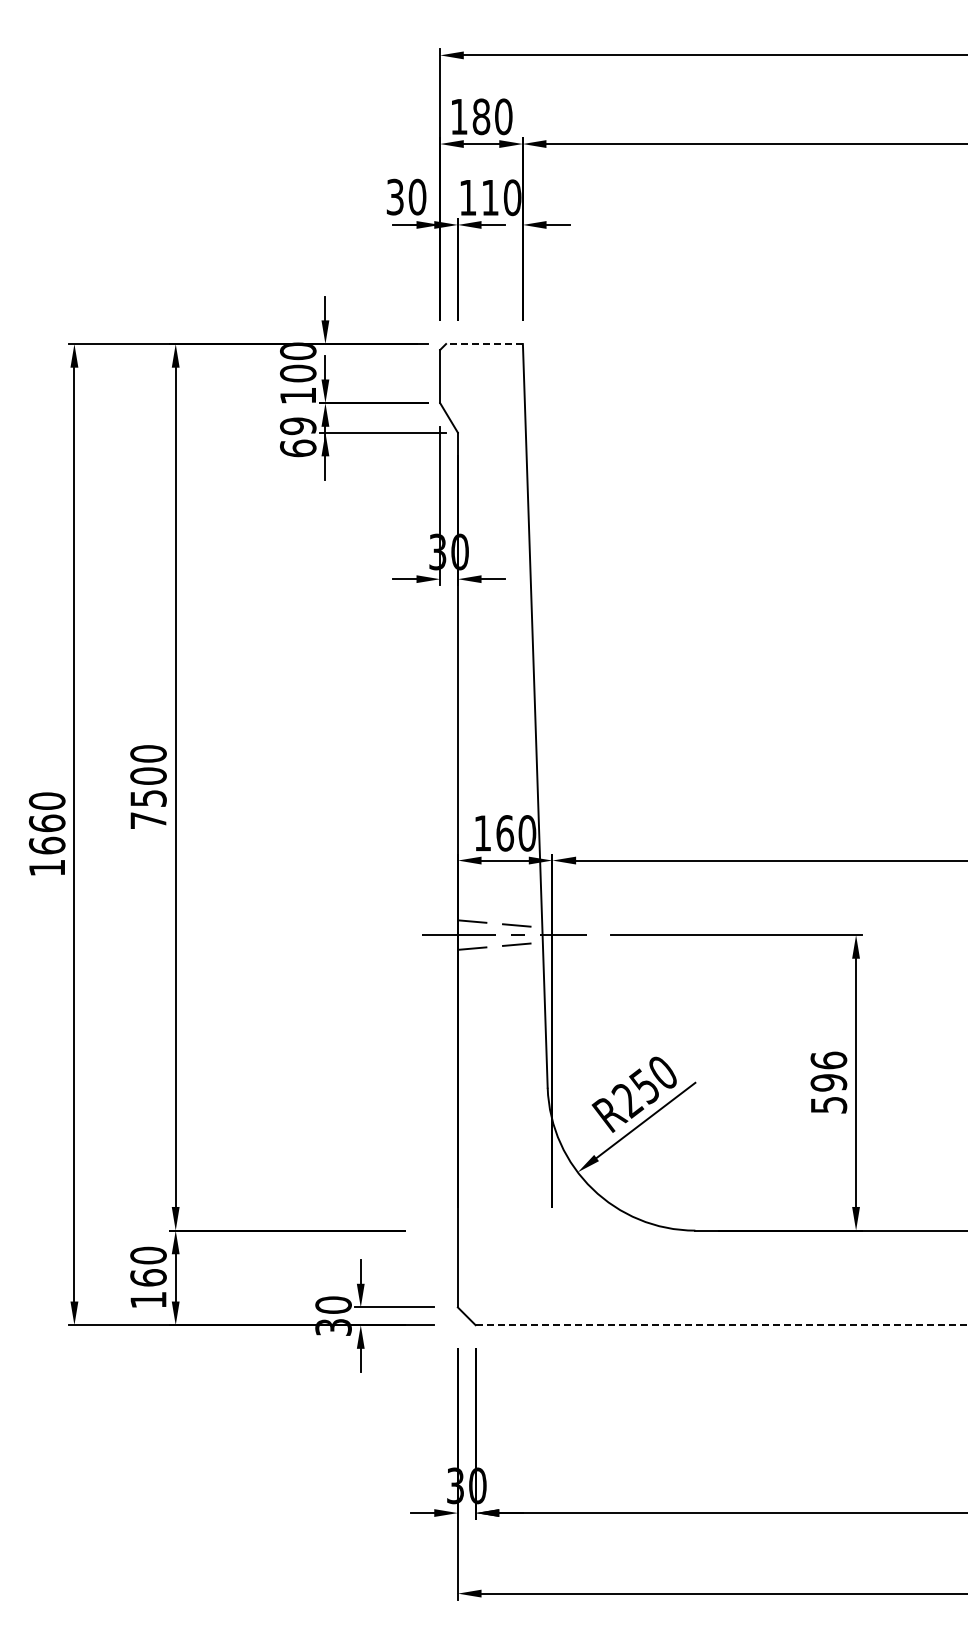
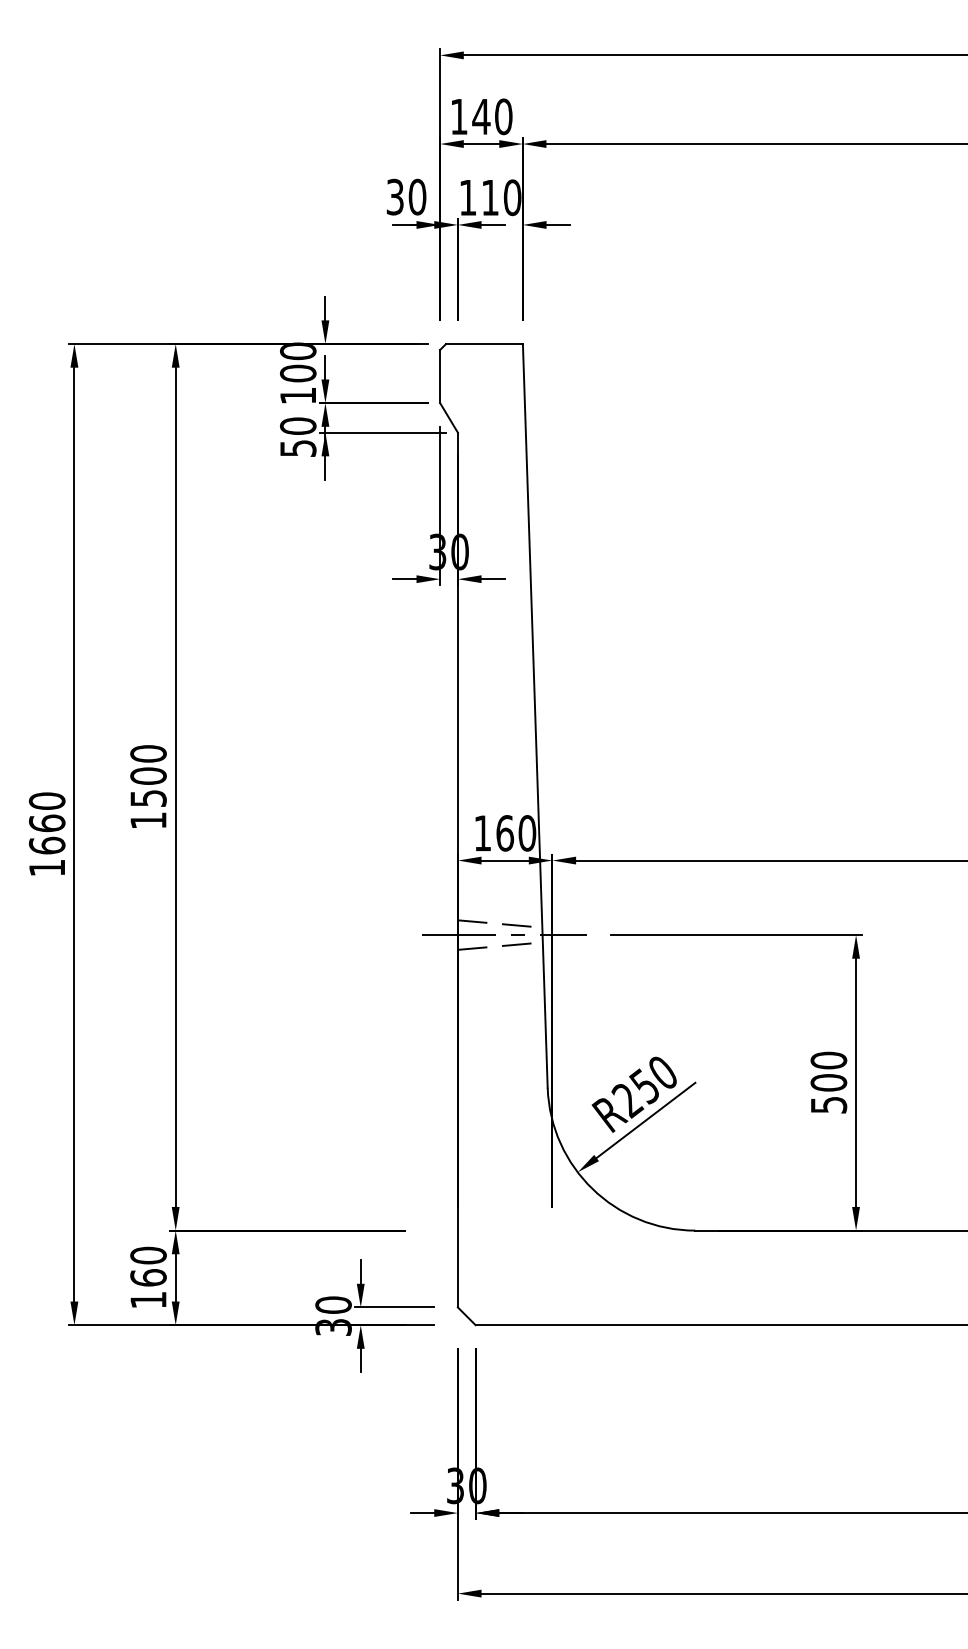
text at (481, 116): 180 -> 140
line at (484, 344): dashed -> solid
text at (298, 437): 69 -> 50
text at (148, 820): 7500 -> 1500
text at (828, 1071): 596 -> 500
line at (721, 1325): dashed -> solid
